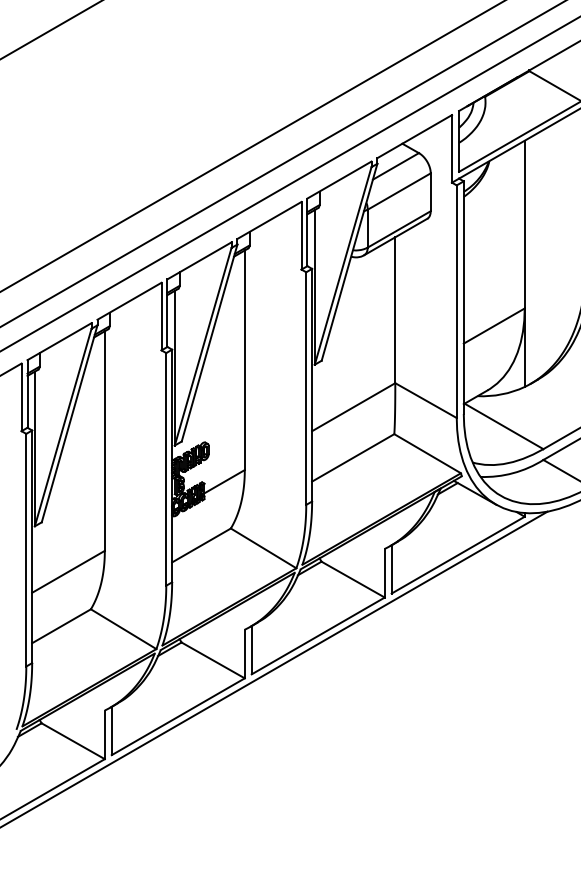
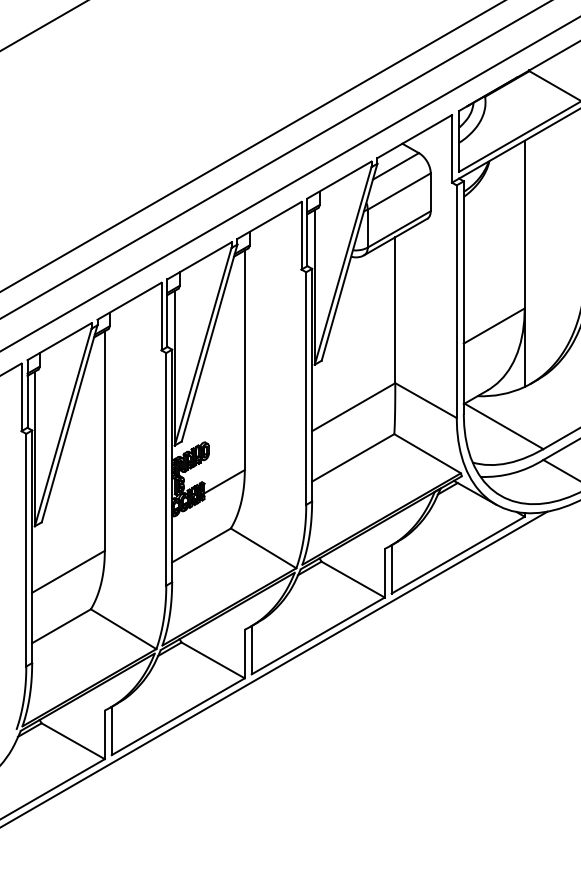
line at (50, 30) position: (50, 30) -> (43, 26)
line at (282, 164) position: (282, 164) -> (275, 159)
